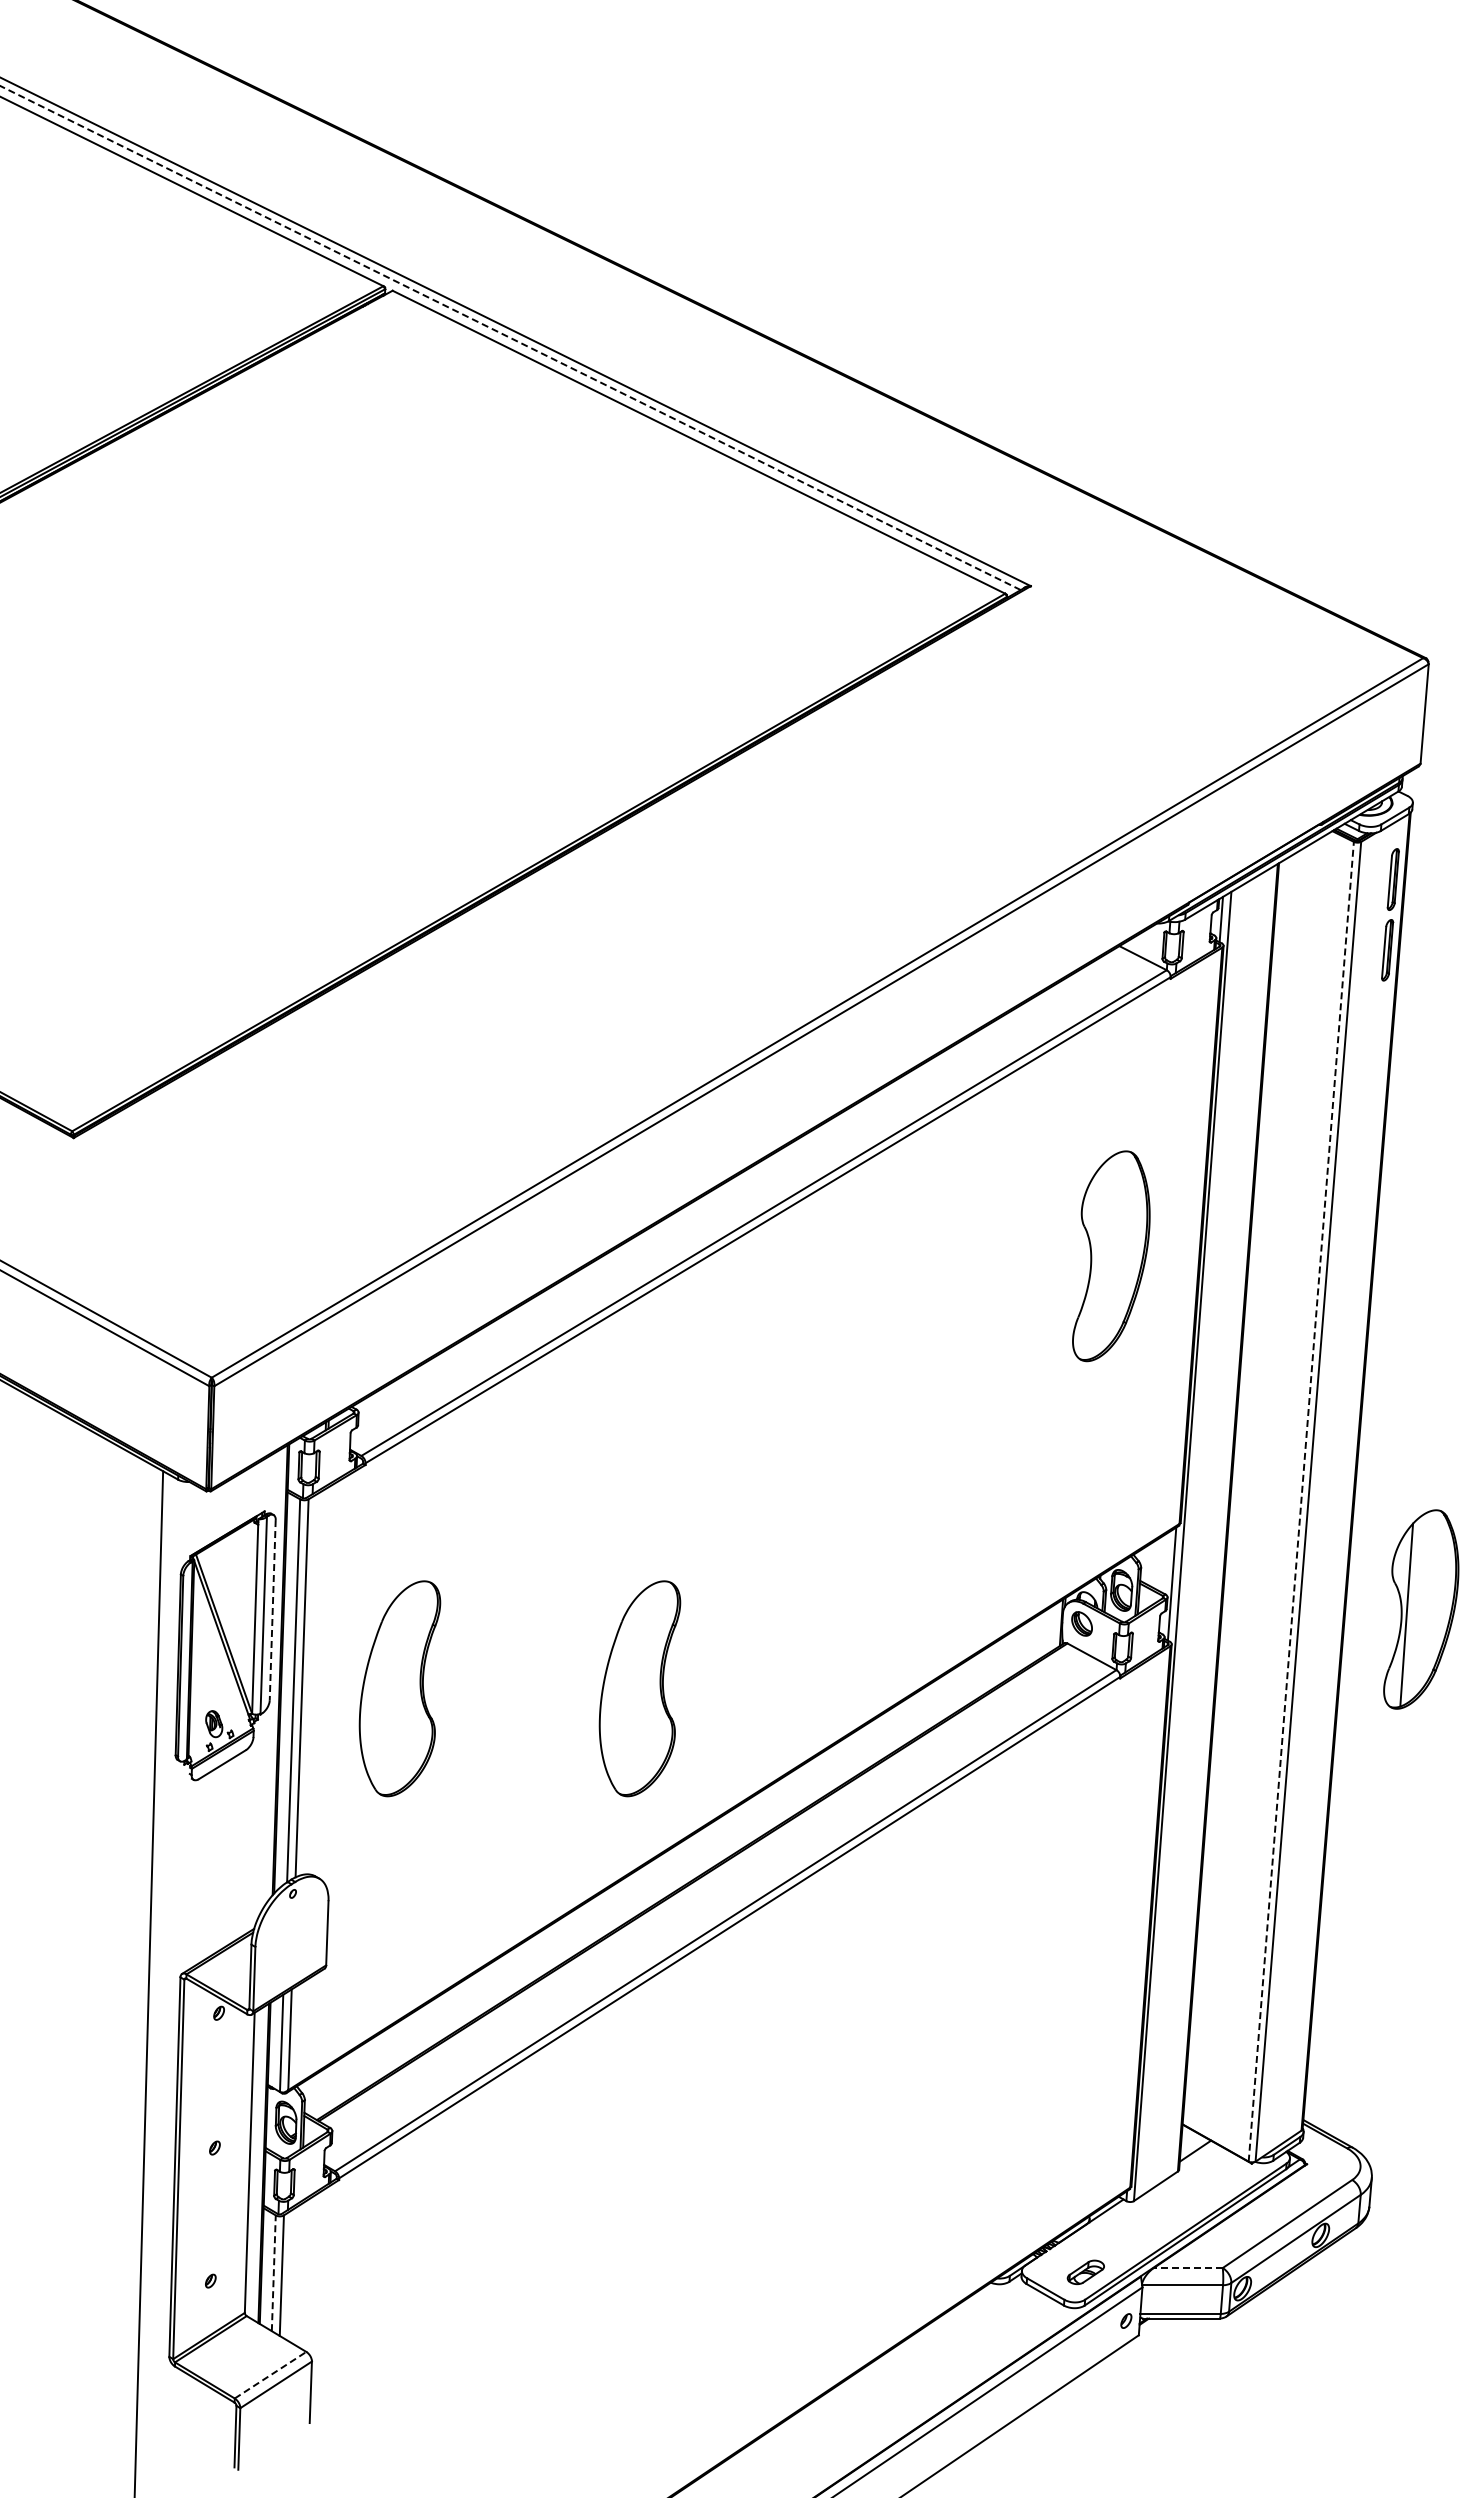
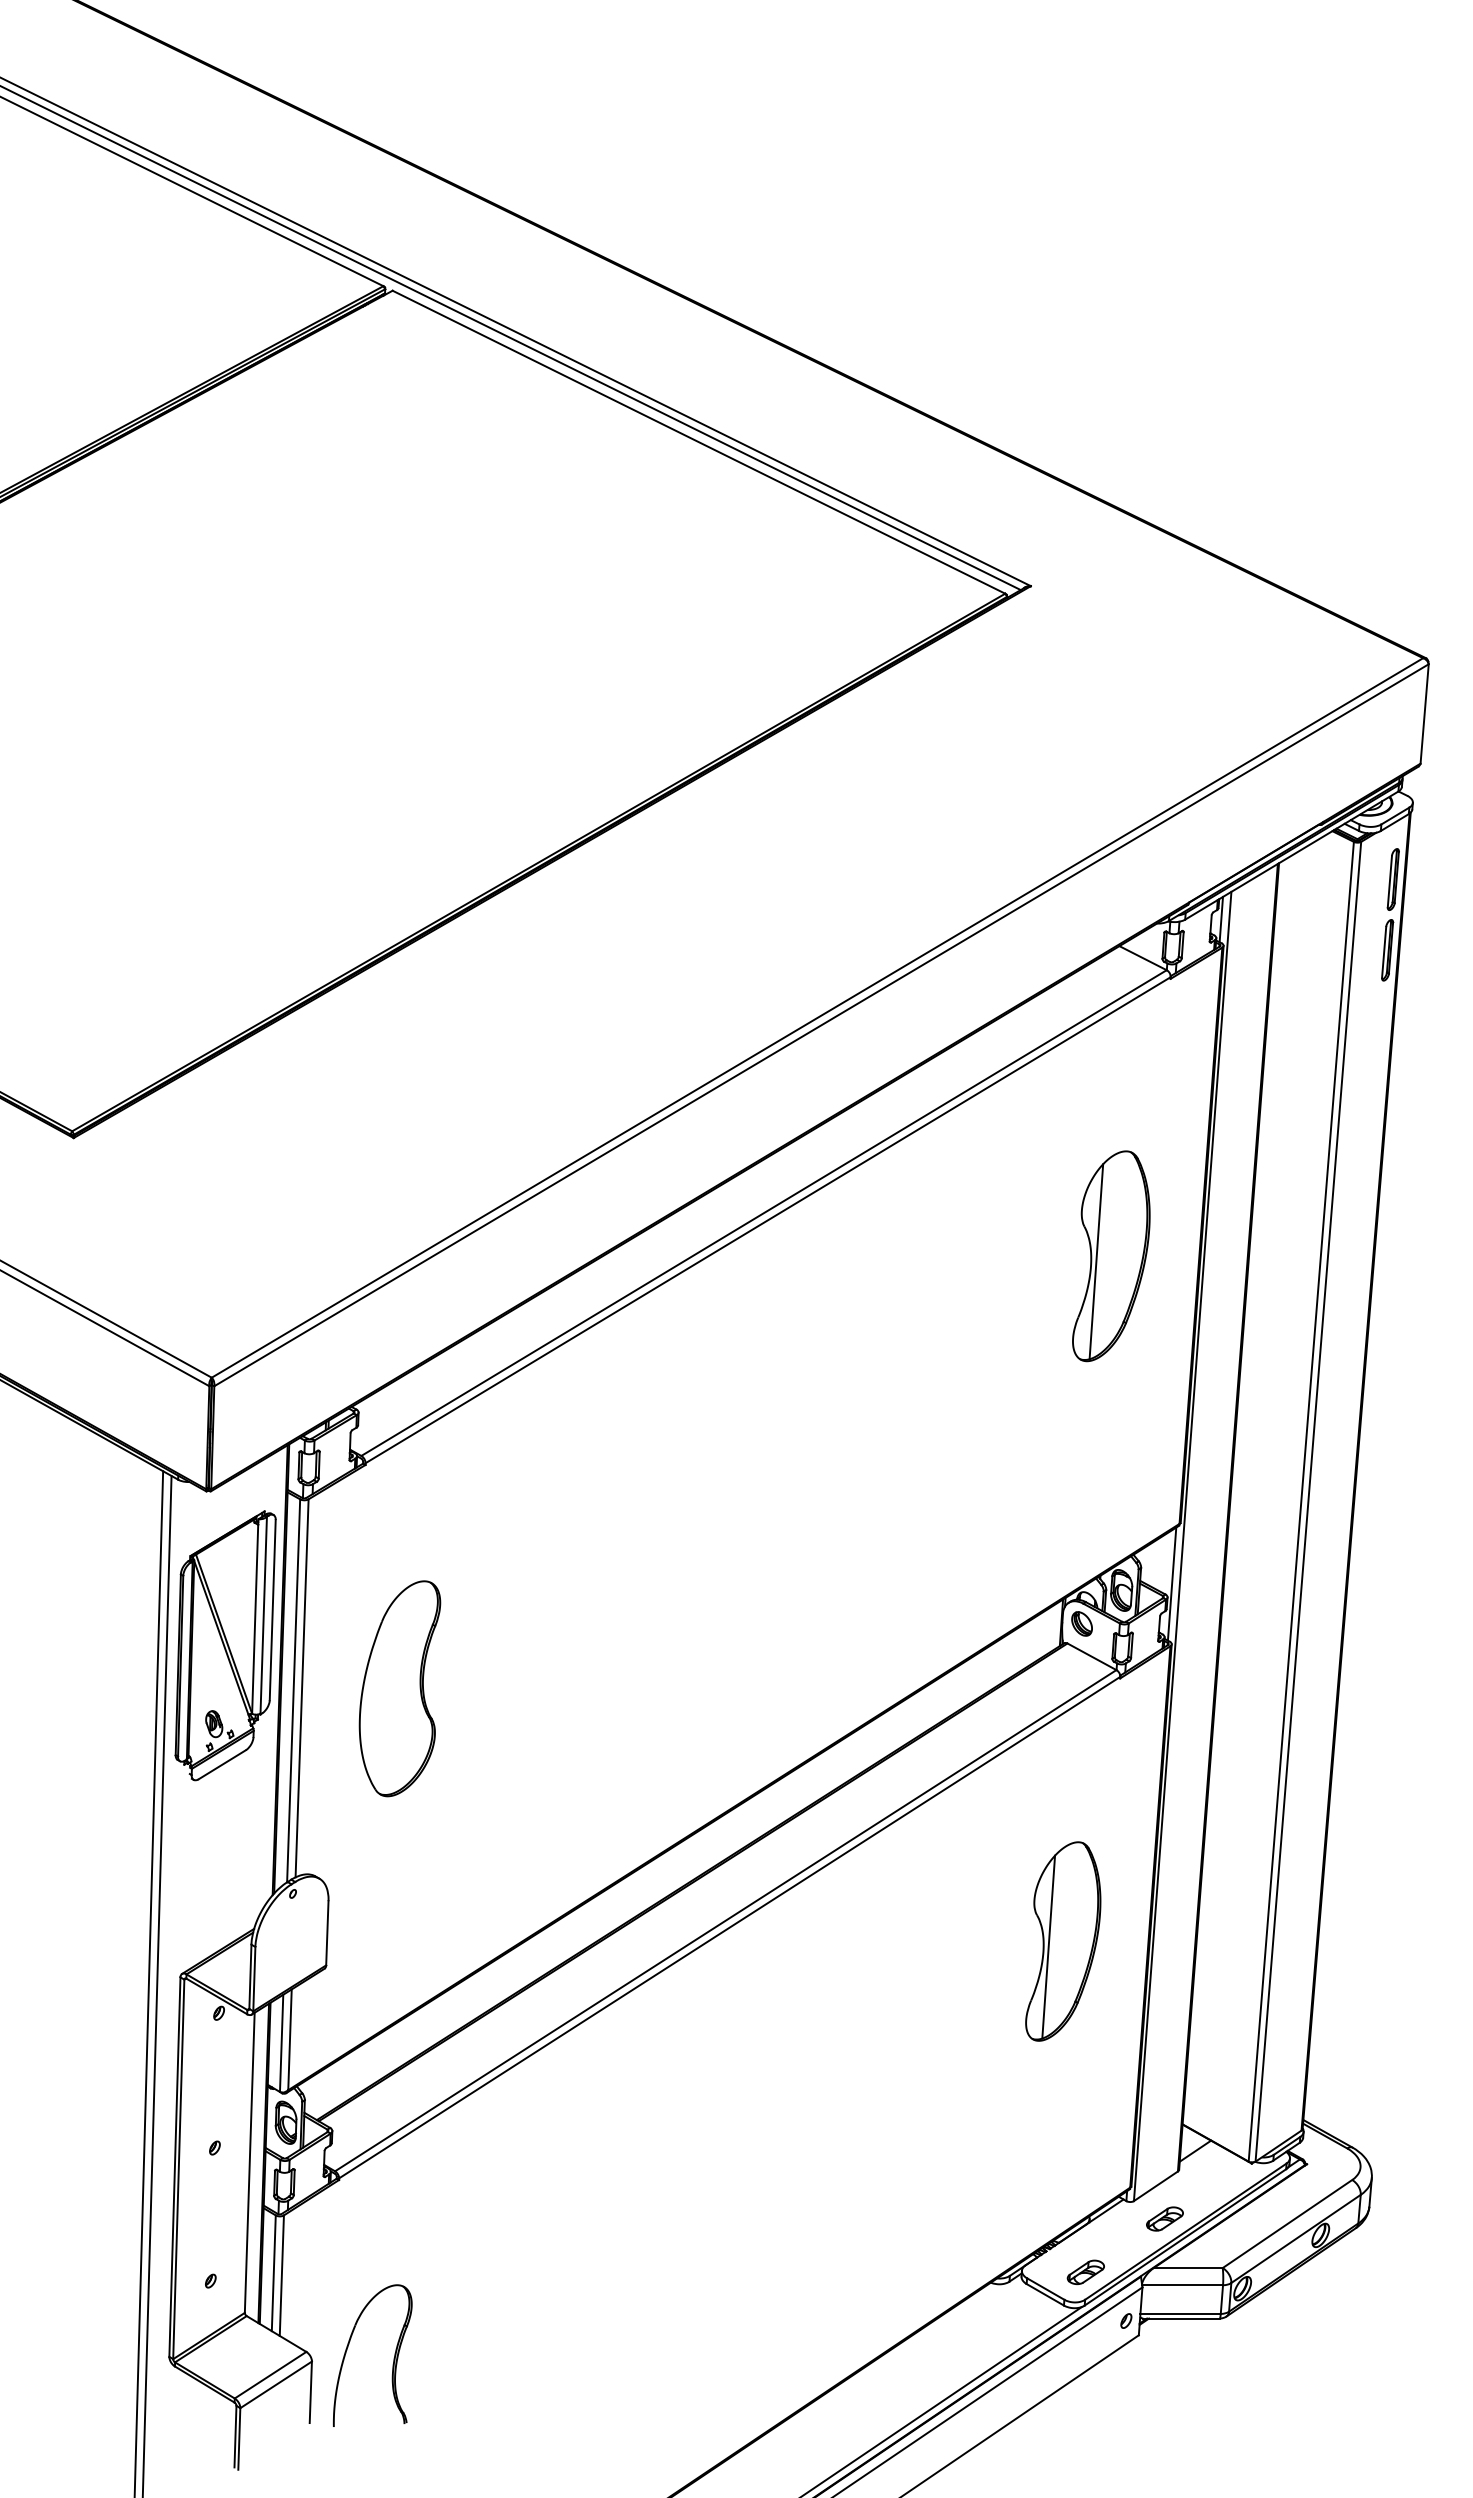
line at (510, 338): dashed -> solid
line at (1096, 1261): none -> present
line at (1301, 1501): dashed -> solid
part at (1421, 1609) position: (1421, 1609) -> (1063, 1941)
line at (272, 1610): dashed -> solid
part at (639, 1688): present -> none
line at (156, 1984): none -> present
part at (1164, 2218): none -> present
line at (1187, 2268): dashed -> solid
line at (273, 2273): dashed -> solid
part at (393, 2358): none -> present
line at (270, 2375): dashed -> solid
line at (942, 2400): none -> present
